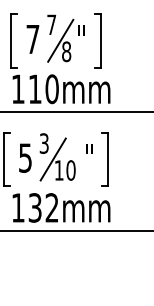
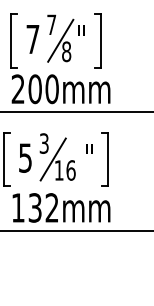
text at (26, 89): 110mm -> 200mm
text at (70, 170): 10 -> 16
